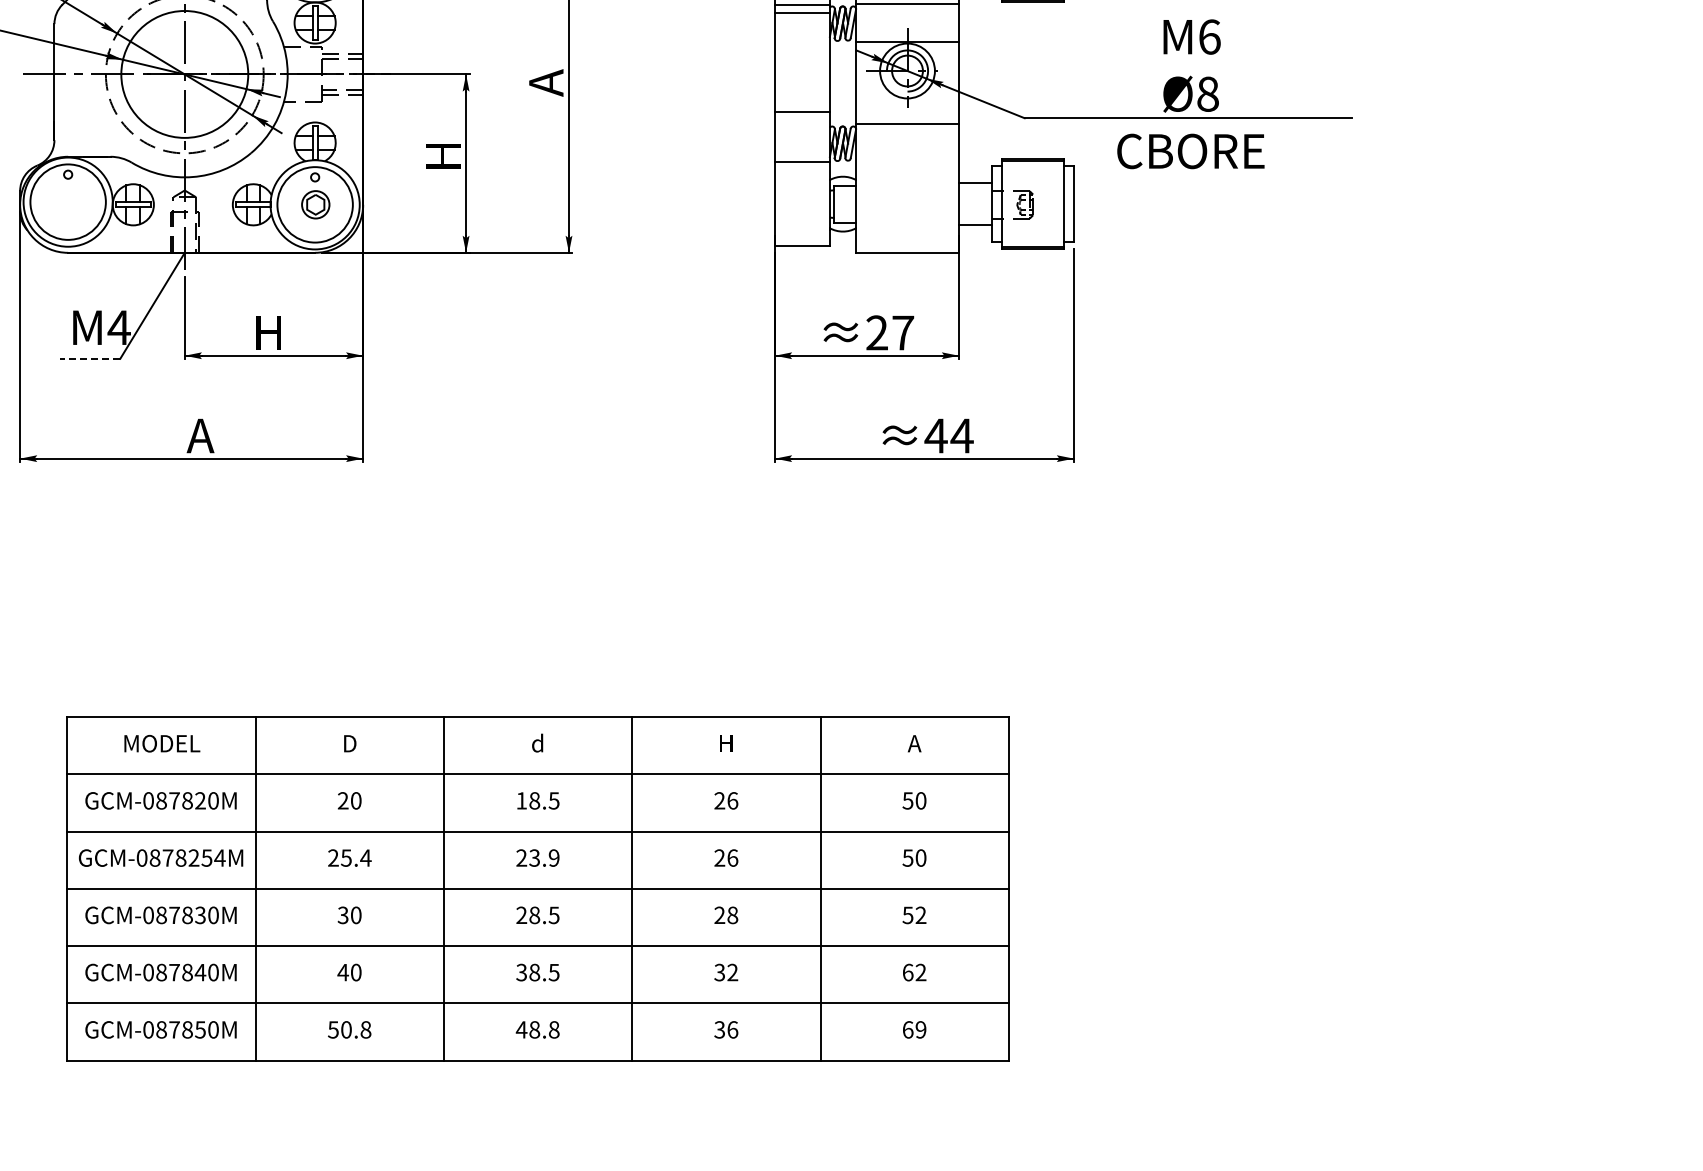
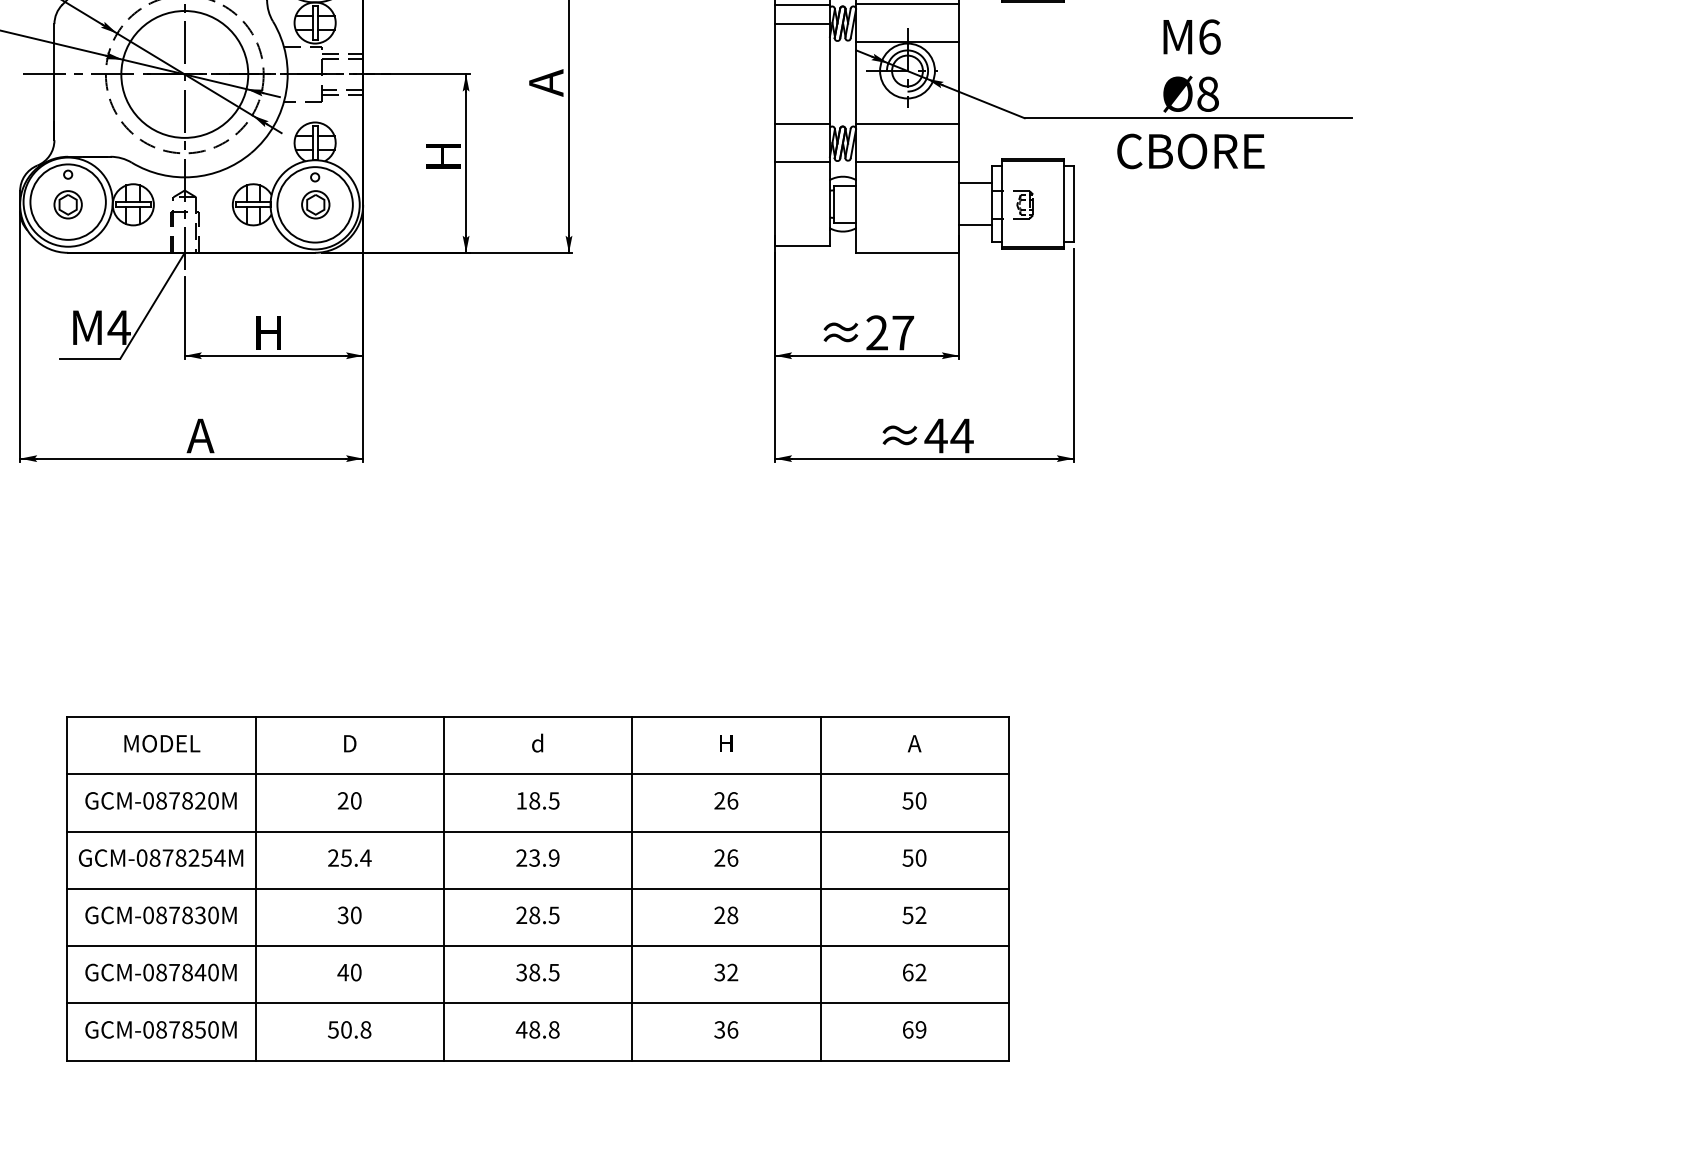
line at (802, 13) position: (802, 13) -> (802, 24)
line at (802, 112) position: (802, 112) -> (802, 124)
line at (907, 161): none -> present
part at (67, 204): none -> present
line at (89, 358): dashed -> solid
